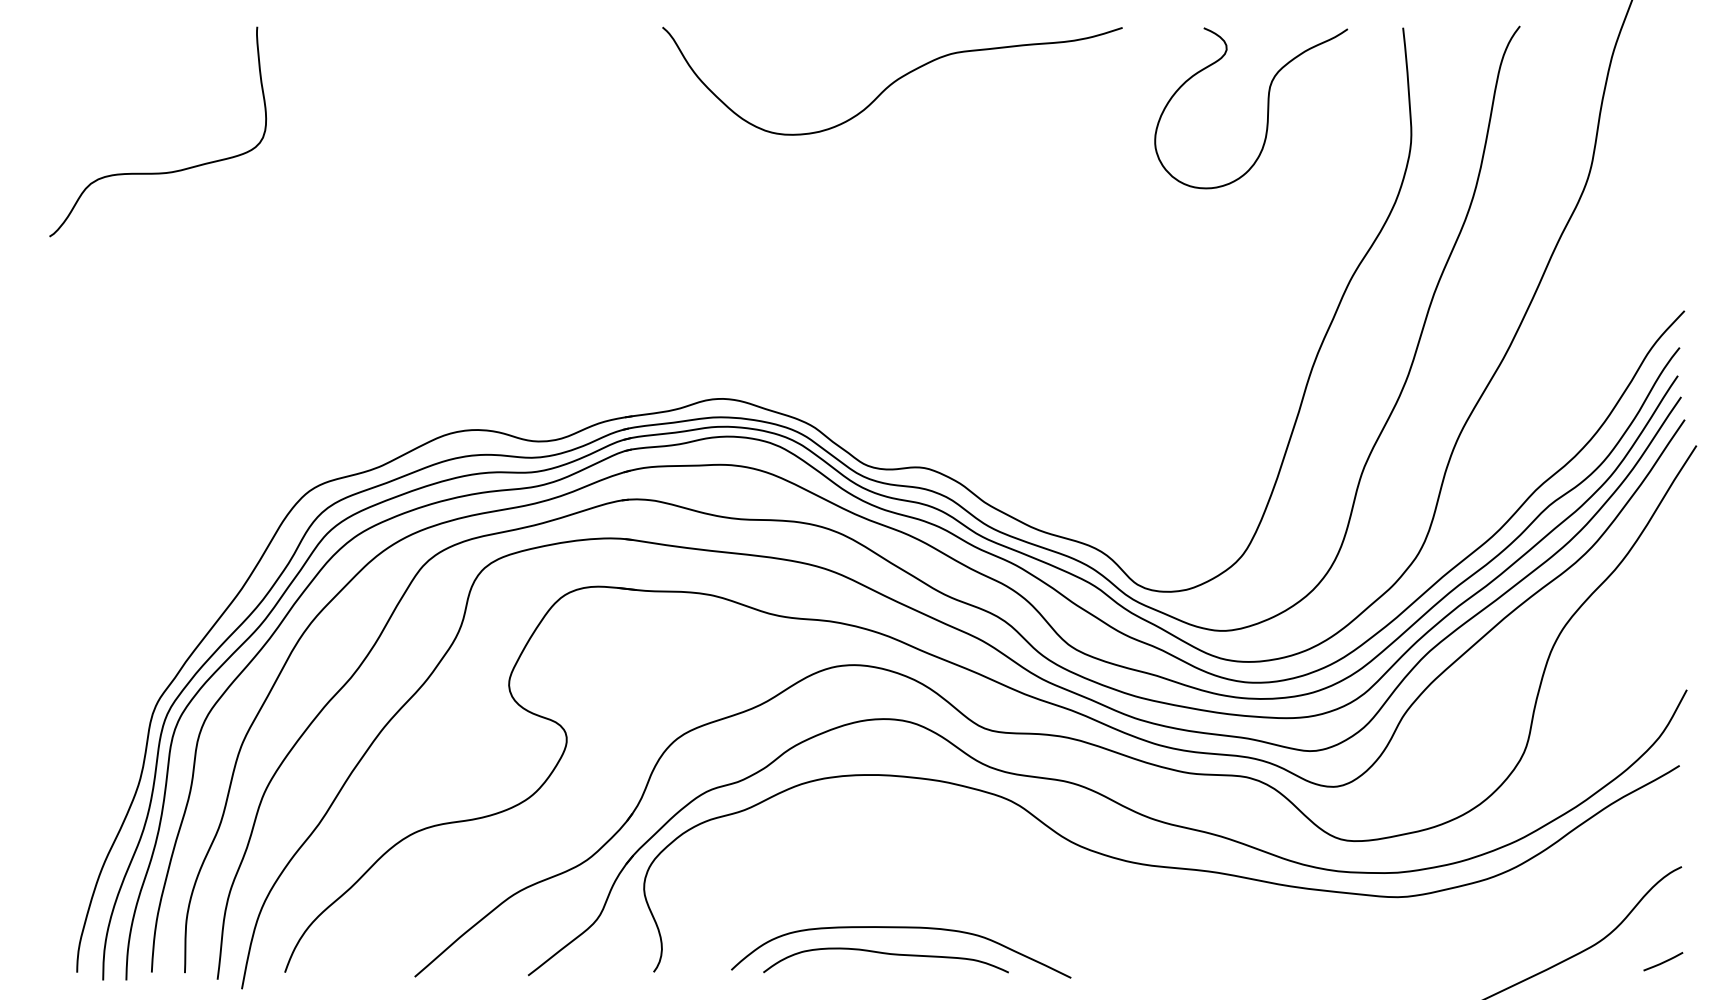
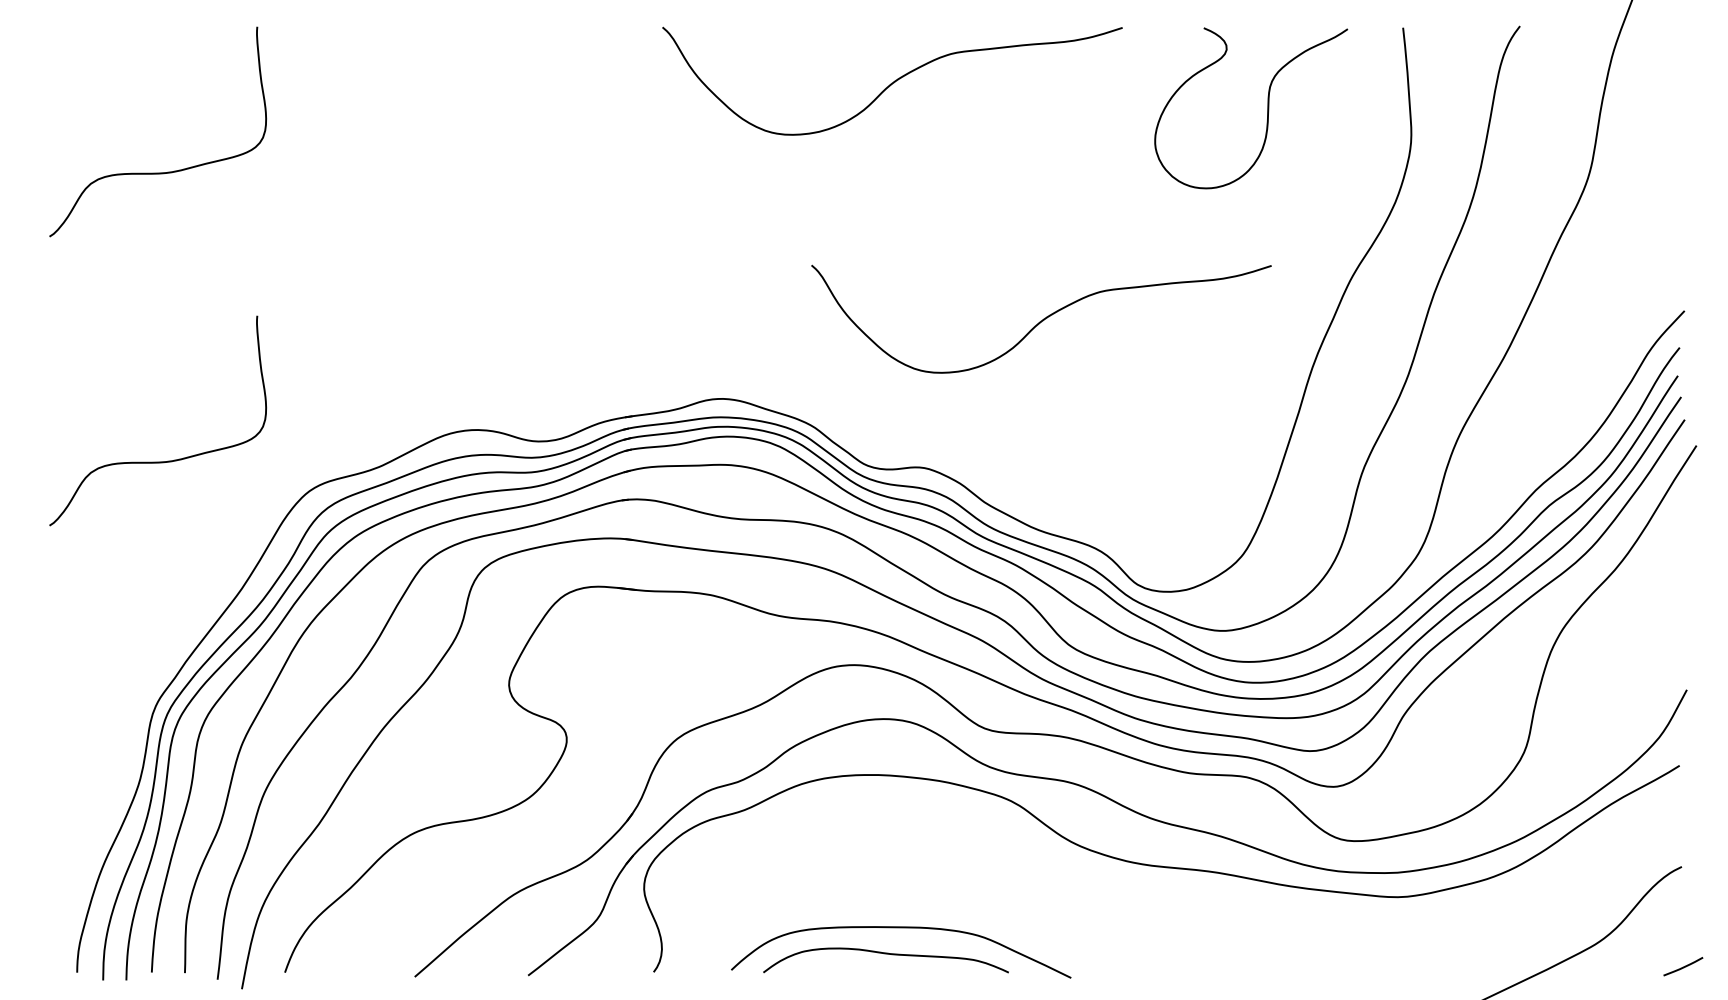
curve at (1042, 319): none -> present
curve at (157, 461): none -> present
curve at (1663, 961) position: (1663, 961) -> (1683, 966)
